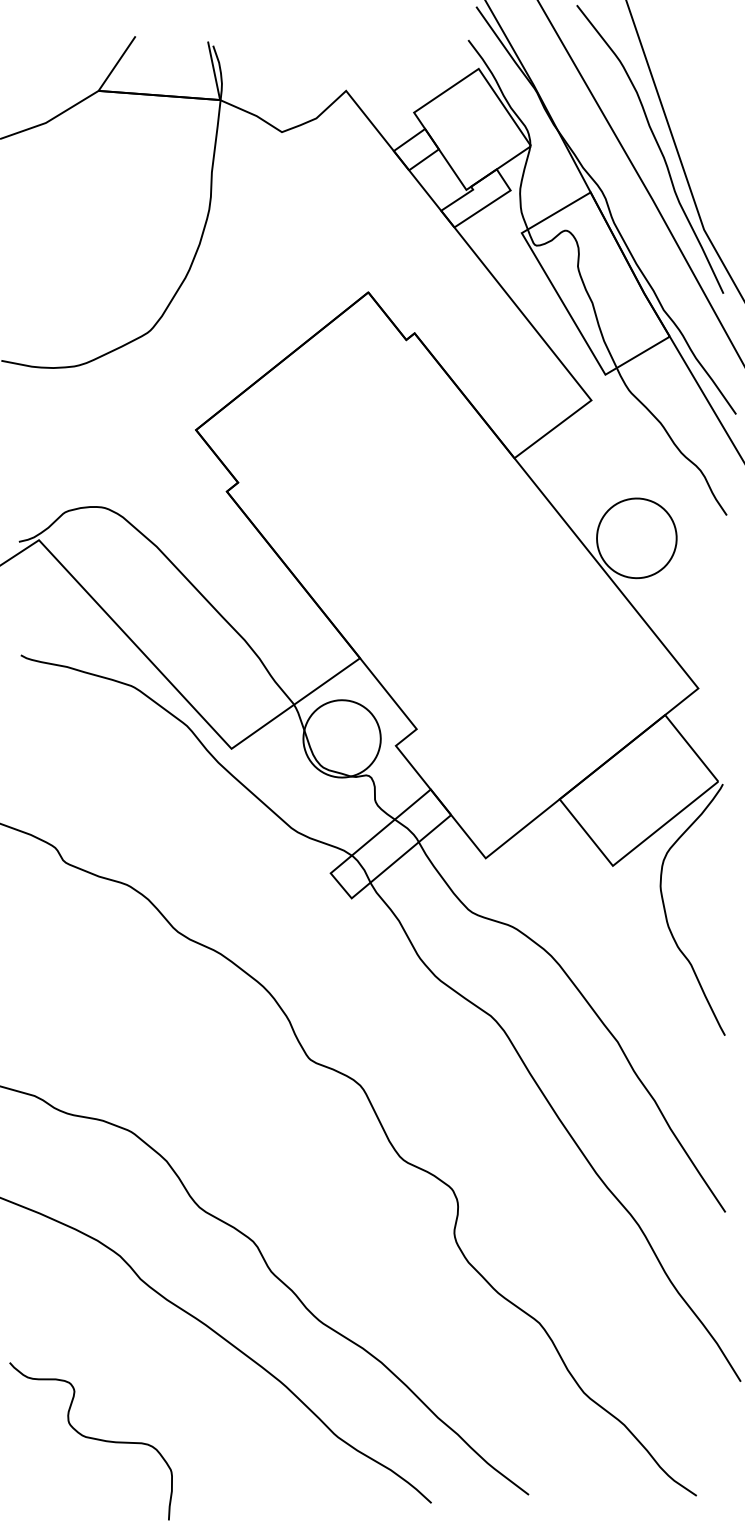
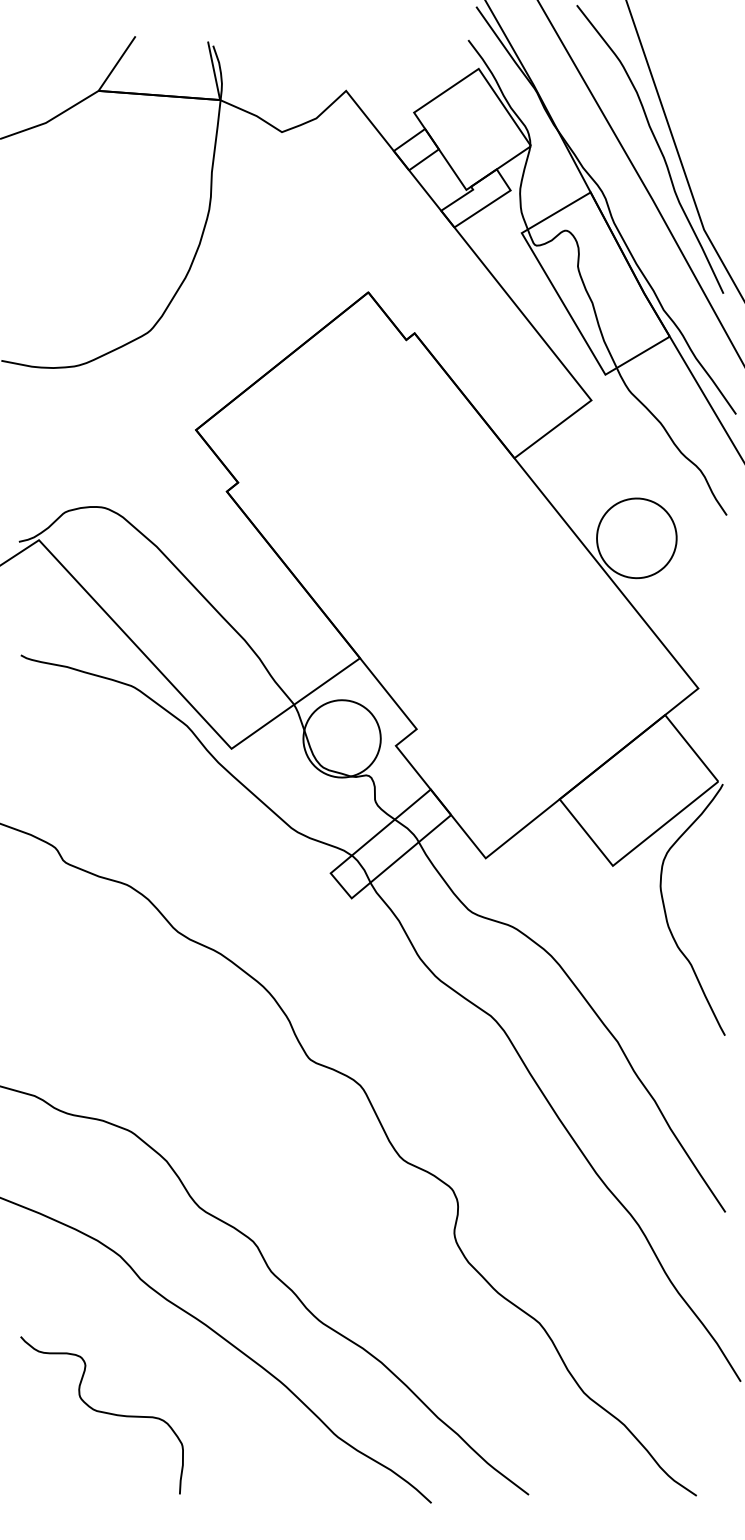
curve at (91, 1439) position: (91, 1439) -> (102, 1413)
